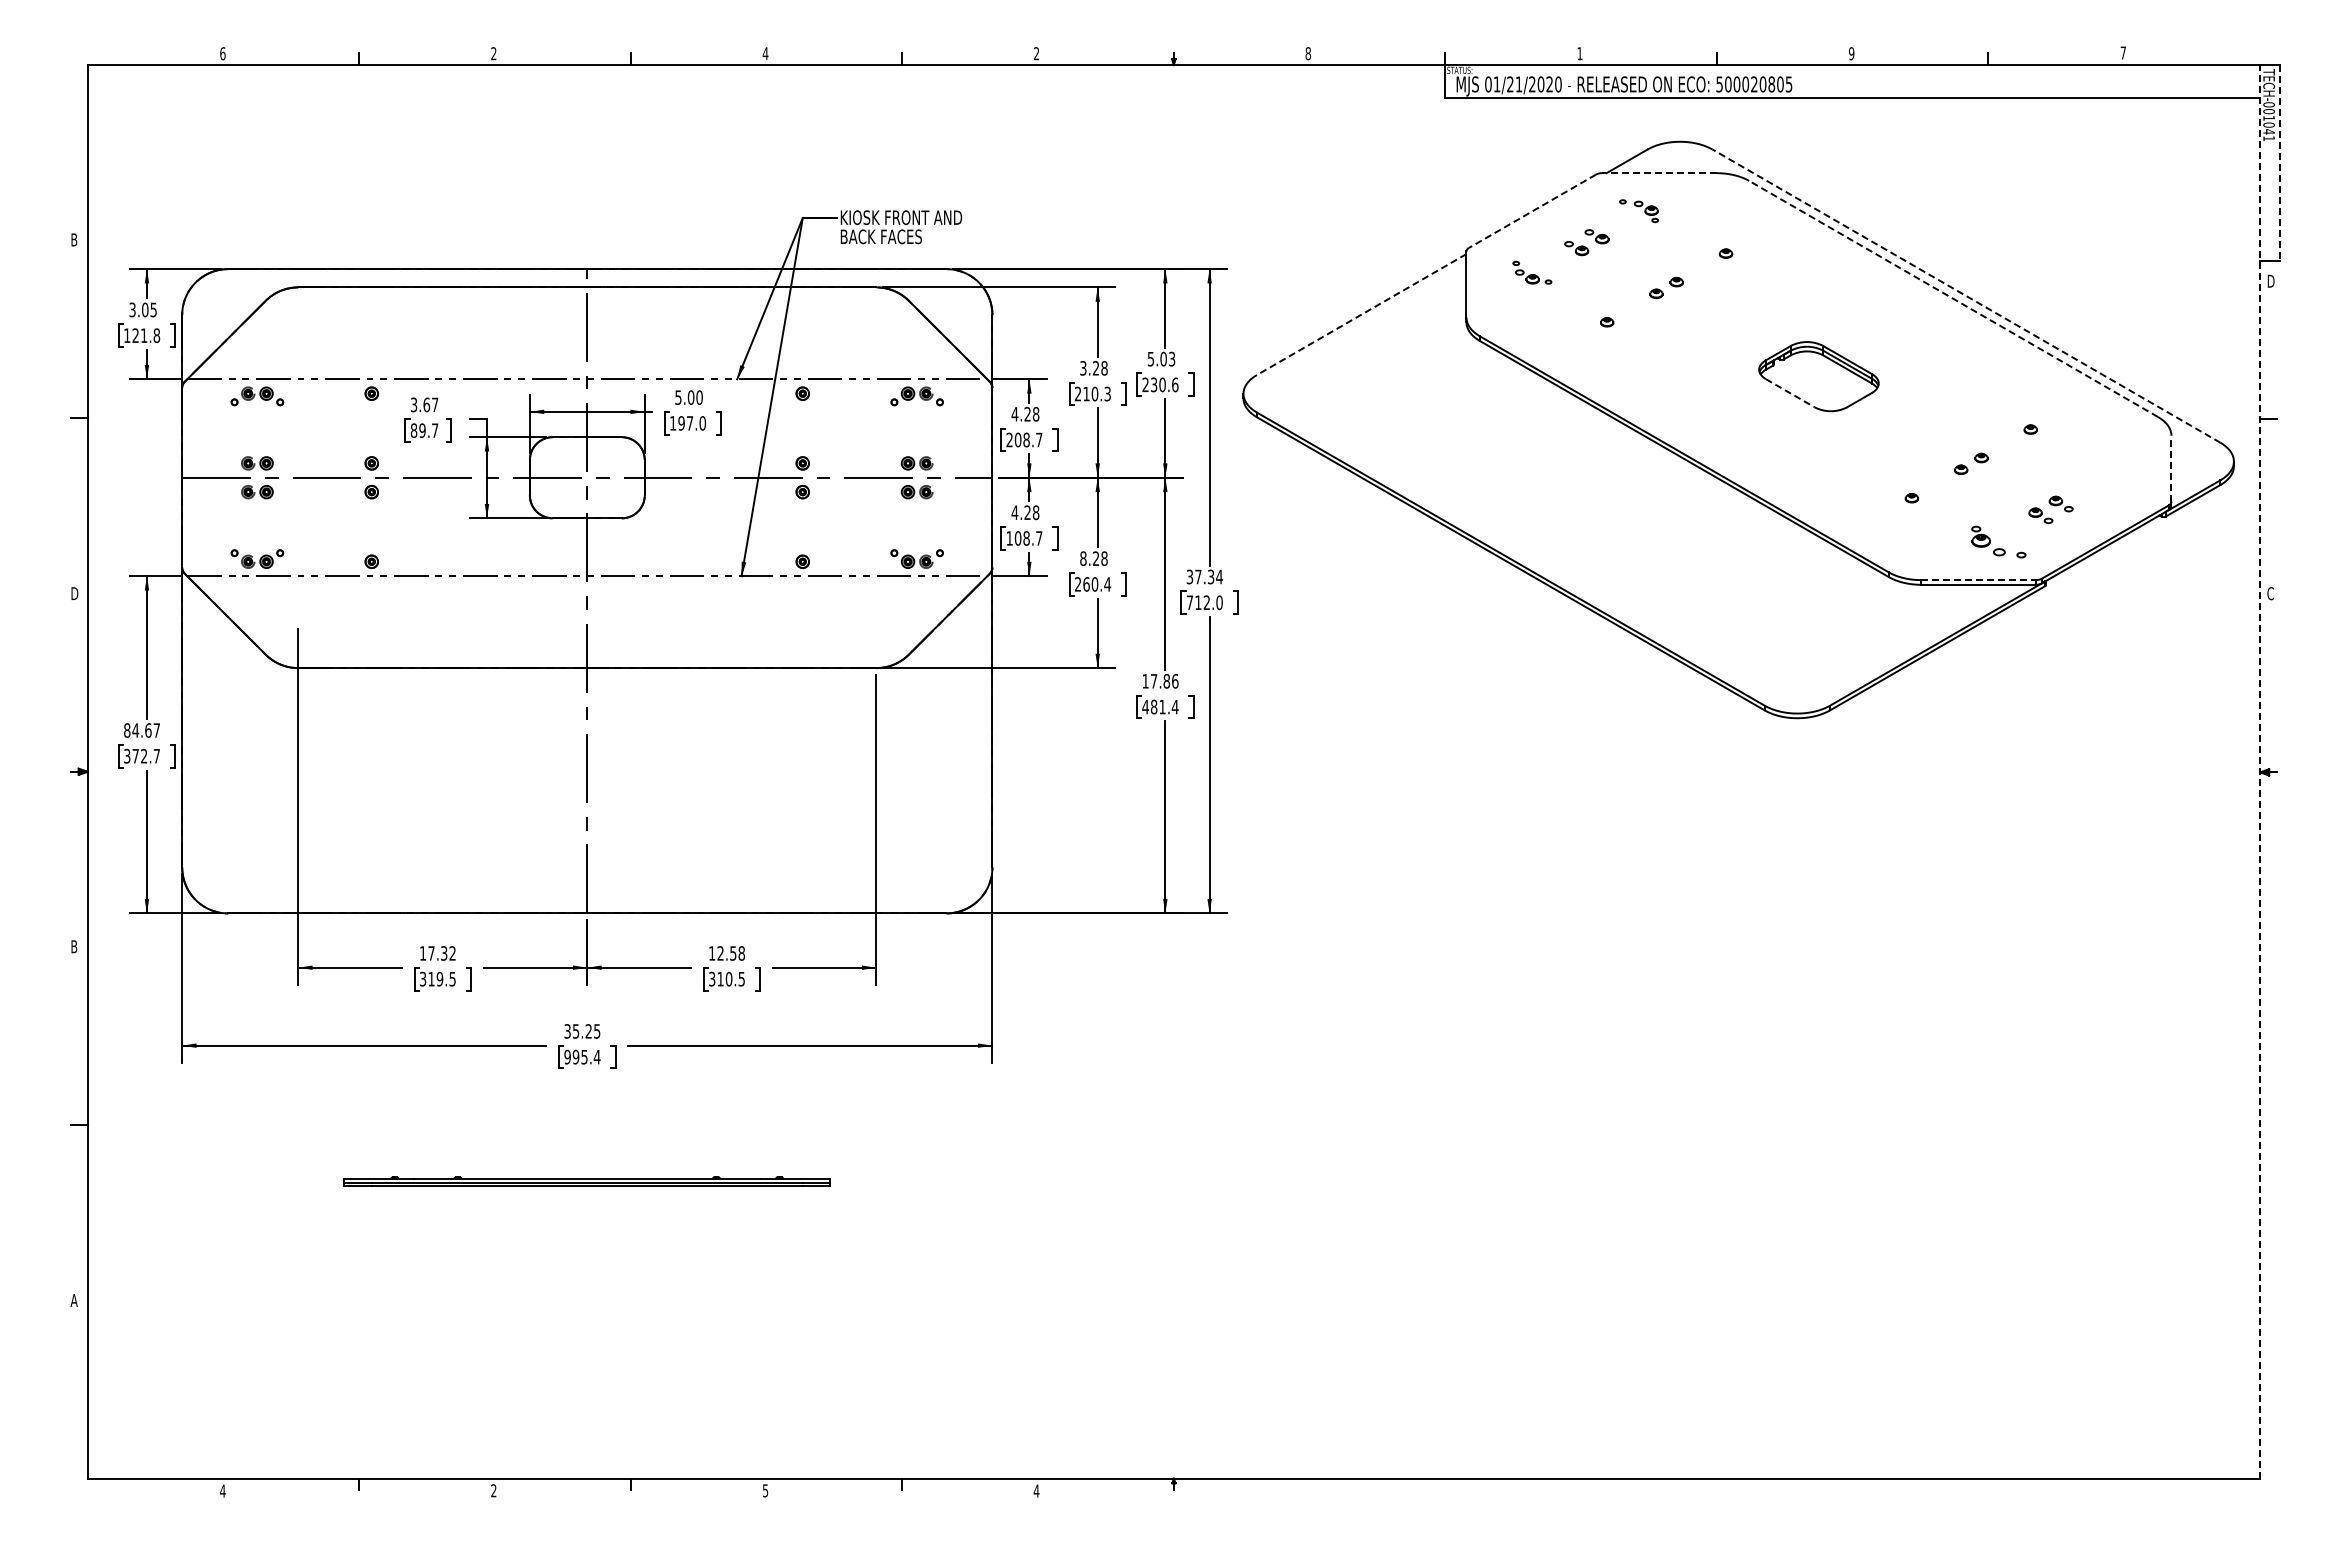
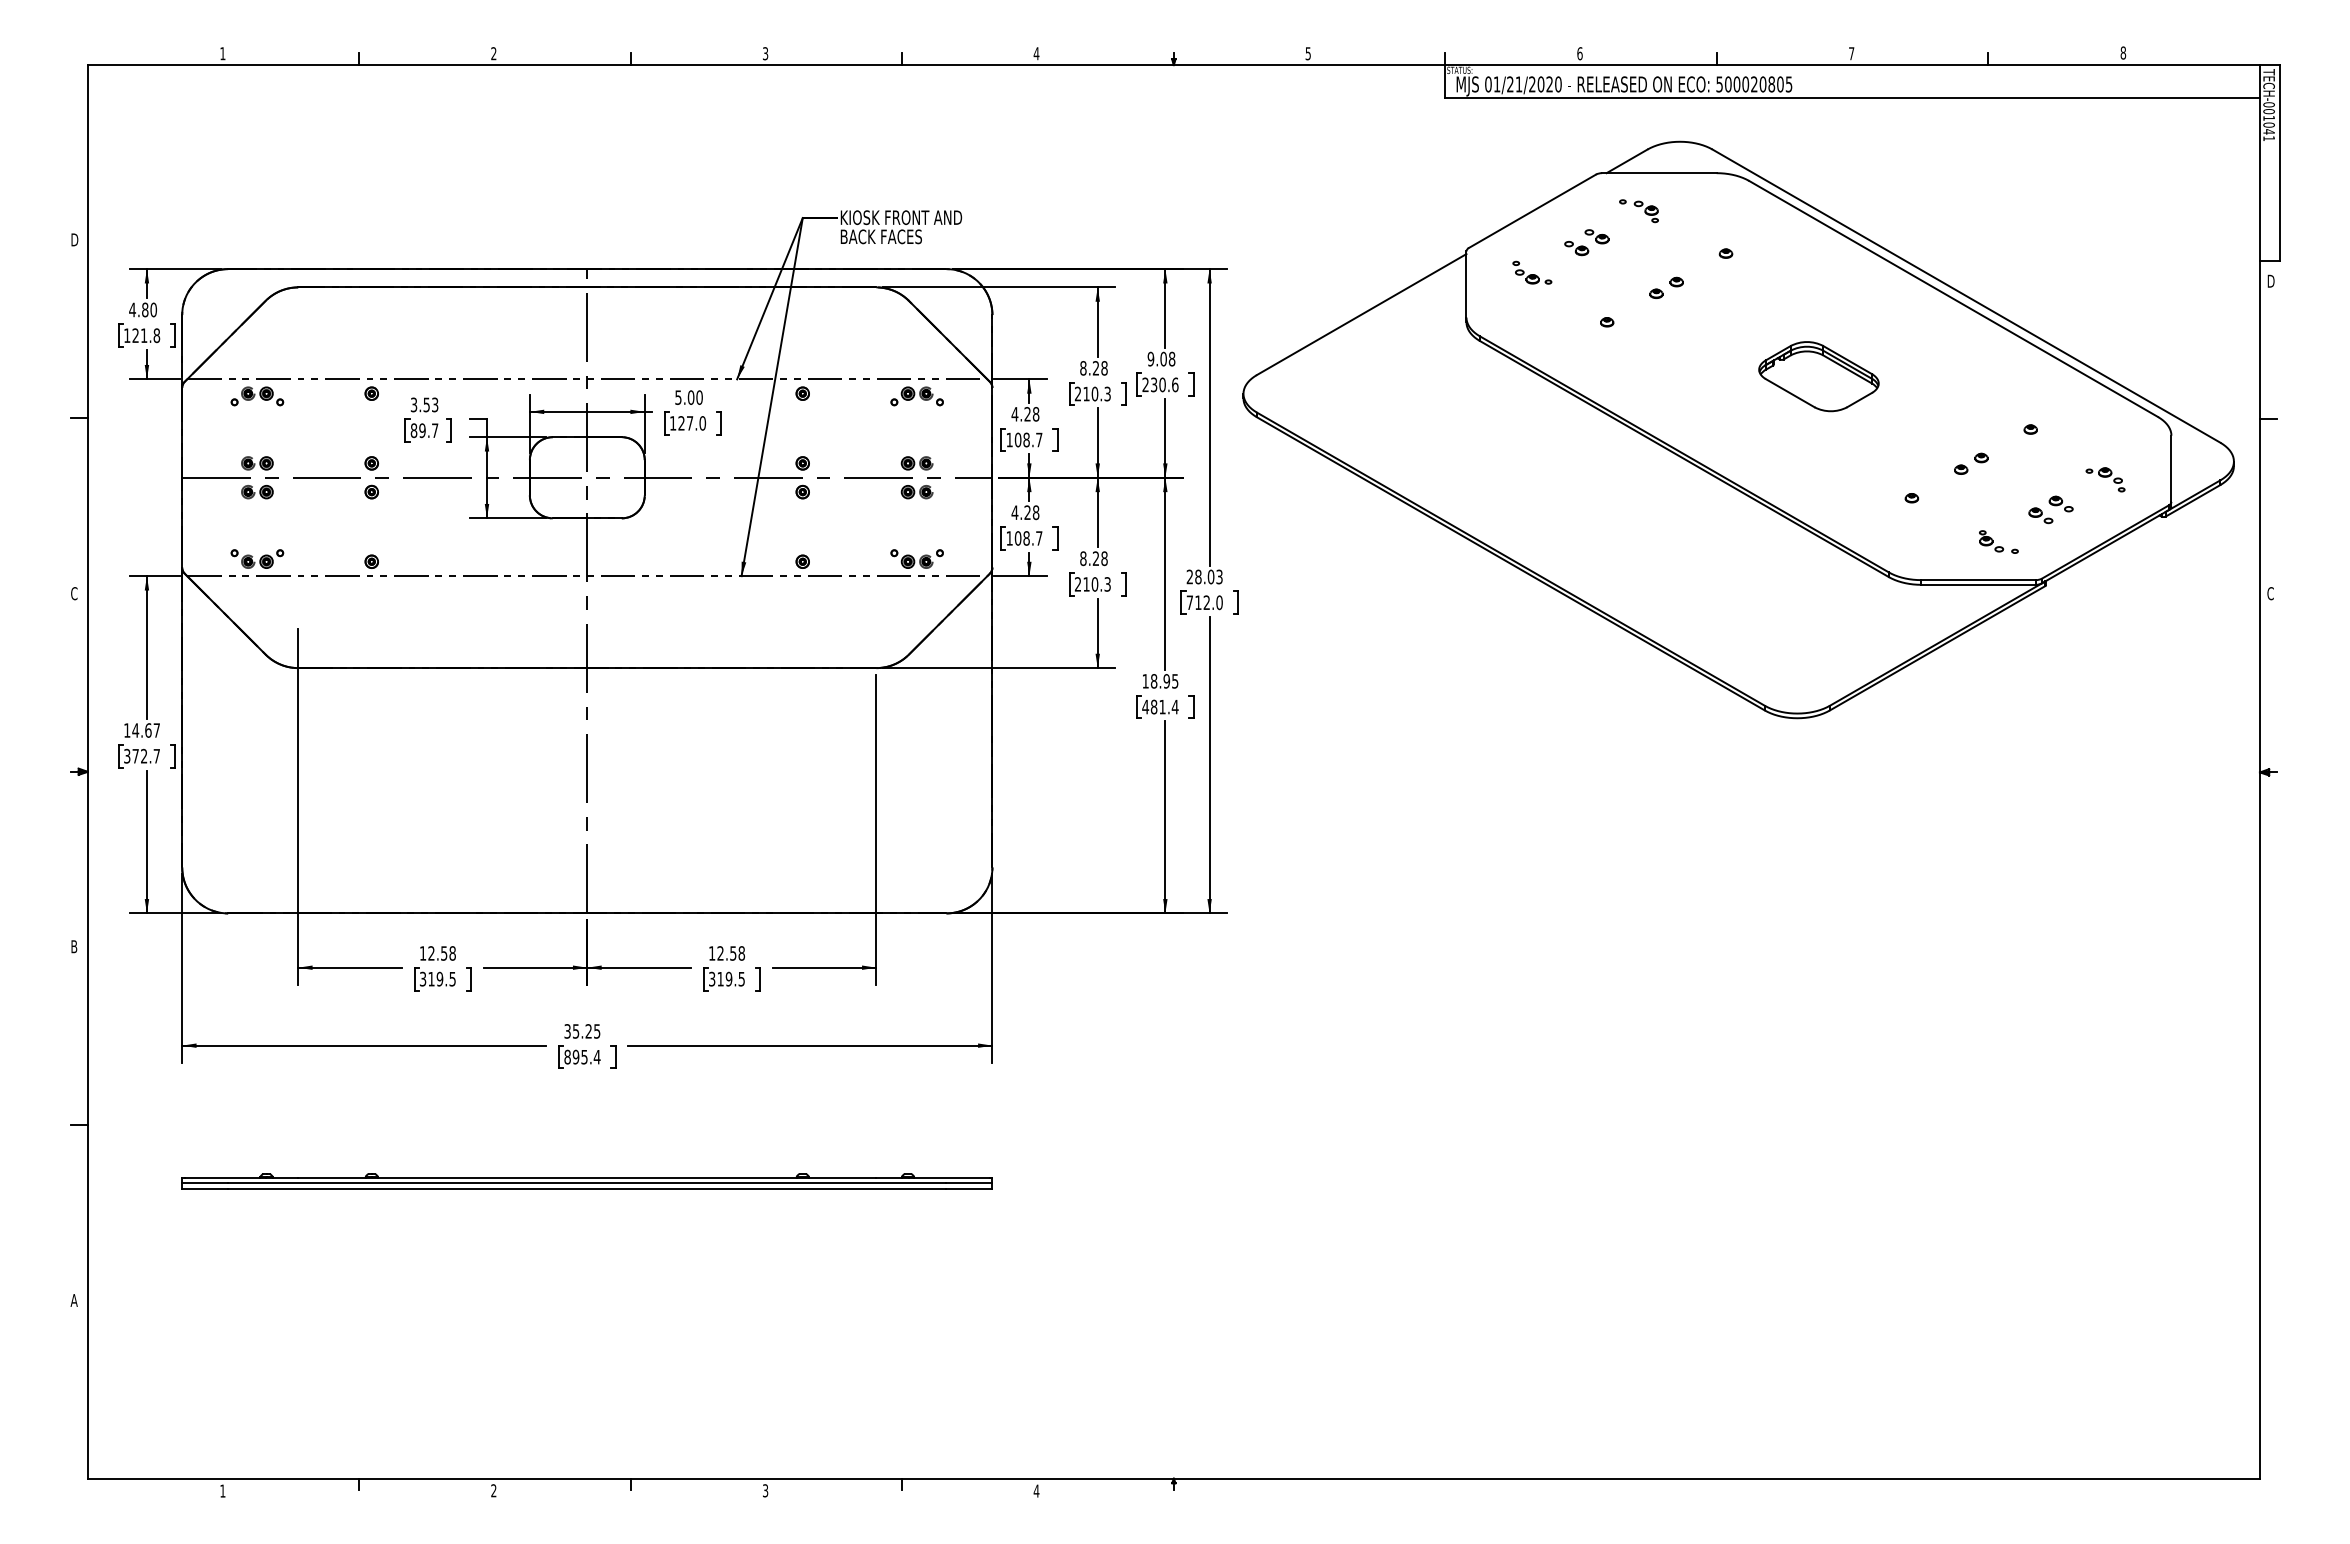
text at (2123, 52): 7 -> 8
text at (222, 53): 6 -> 1
text at (765, 53): 4 -> 3
text at (1036, 53): 2 -> 4
text at (1307, 53): 8 -> 5
text at (1579, 53): 1 -> 6
text at (1851, 53): 9 -> 7
line at (2279, 162): dashed -> solid
line at (1658, 173): dashed -> solid
line at (1532, 211): dashed -> solid
text at (75, 239): B -> D
line at (1966, 295): dashed -> solid
line at (1953, 298): dashed -> solid
text at (142, 309): 3.05 -> 4.80
line at (1361, 314): dashed -> solid
text at (1161, 358): 5.03 -> 9.08
text at (1083, 368): 3.28 -> 8.28
line at (1790, 393): dashed -> solid
text at (430, 404): 3.67 -> 3.53
text at (681, 423): 197.0 -> 127.0
text at (1009, 439): 208.7 -> 108.7
line at (2171, 468): dashed -> solid
part at (2105, 479): none -> present
part at (1998, 541) size: 56x34 px -> 40x24 px
text at (1204, 576): 37.34 -> 28.03
line at (1979, 580): dashed -> solid
text at (1097, 584): 260.4 -> 210.3
text at (74, 593): D -> C
text at (1164, 681): 17.86 -> 18.95
text at (127, 730): 84.67 -> 14.67
line at (2260, 771): dashed -> solid
text at (441, 953): 17.32 -> 12.58
text at (728, 979): 310.5 -> 319.5
text at (567, 1057): 995.4 -> 895.4
part at (586, 1181) size: 488x11 px -> 812x17 px
text at (222, 1490): 4 -> 1
text at (765, 1490): 5 -> 3
